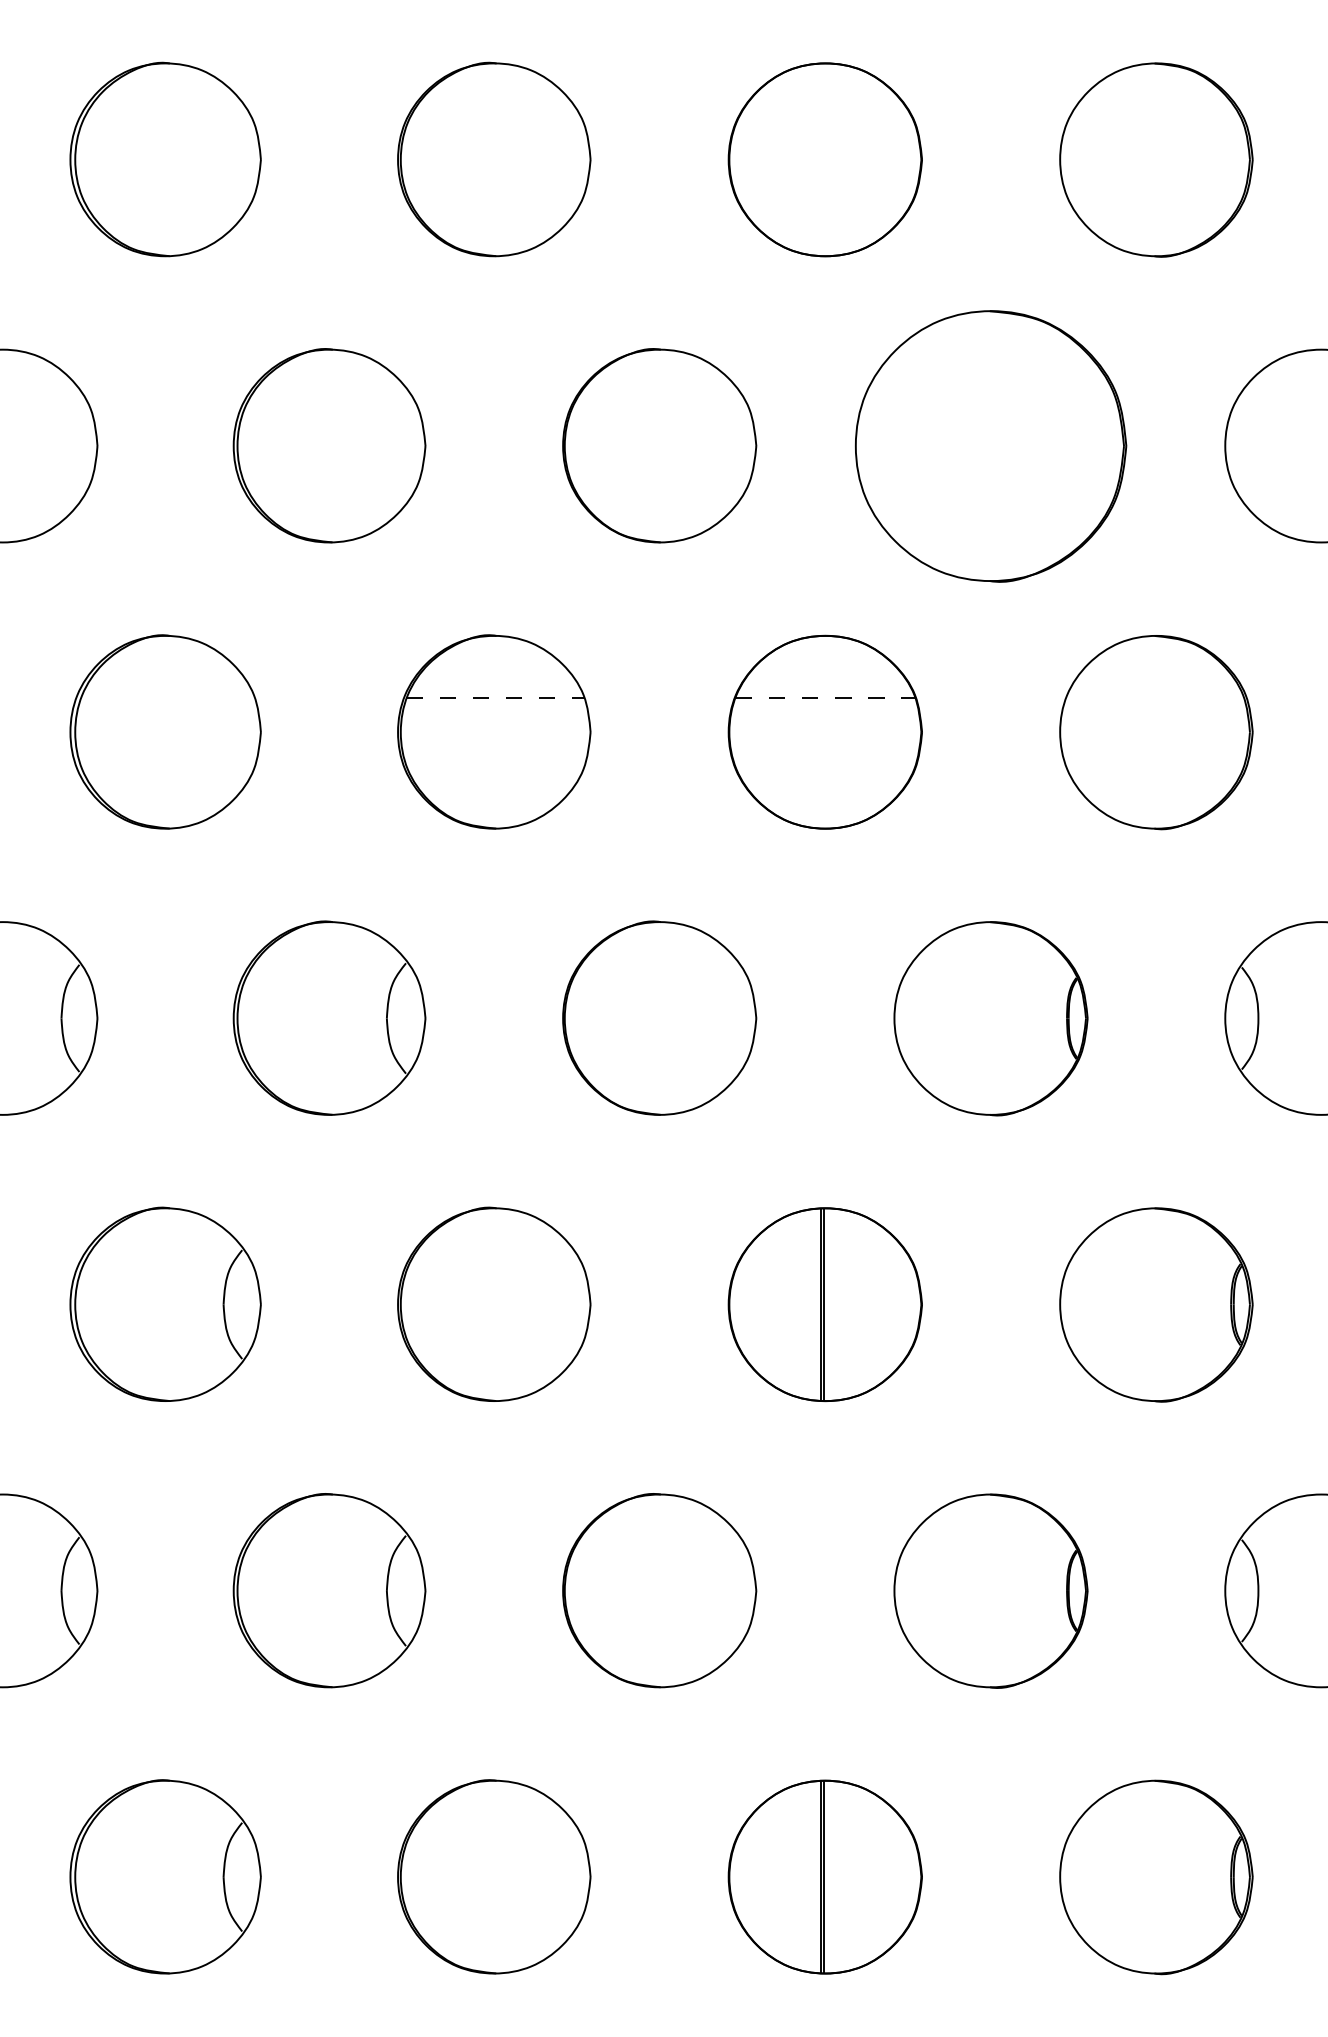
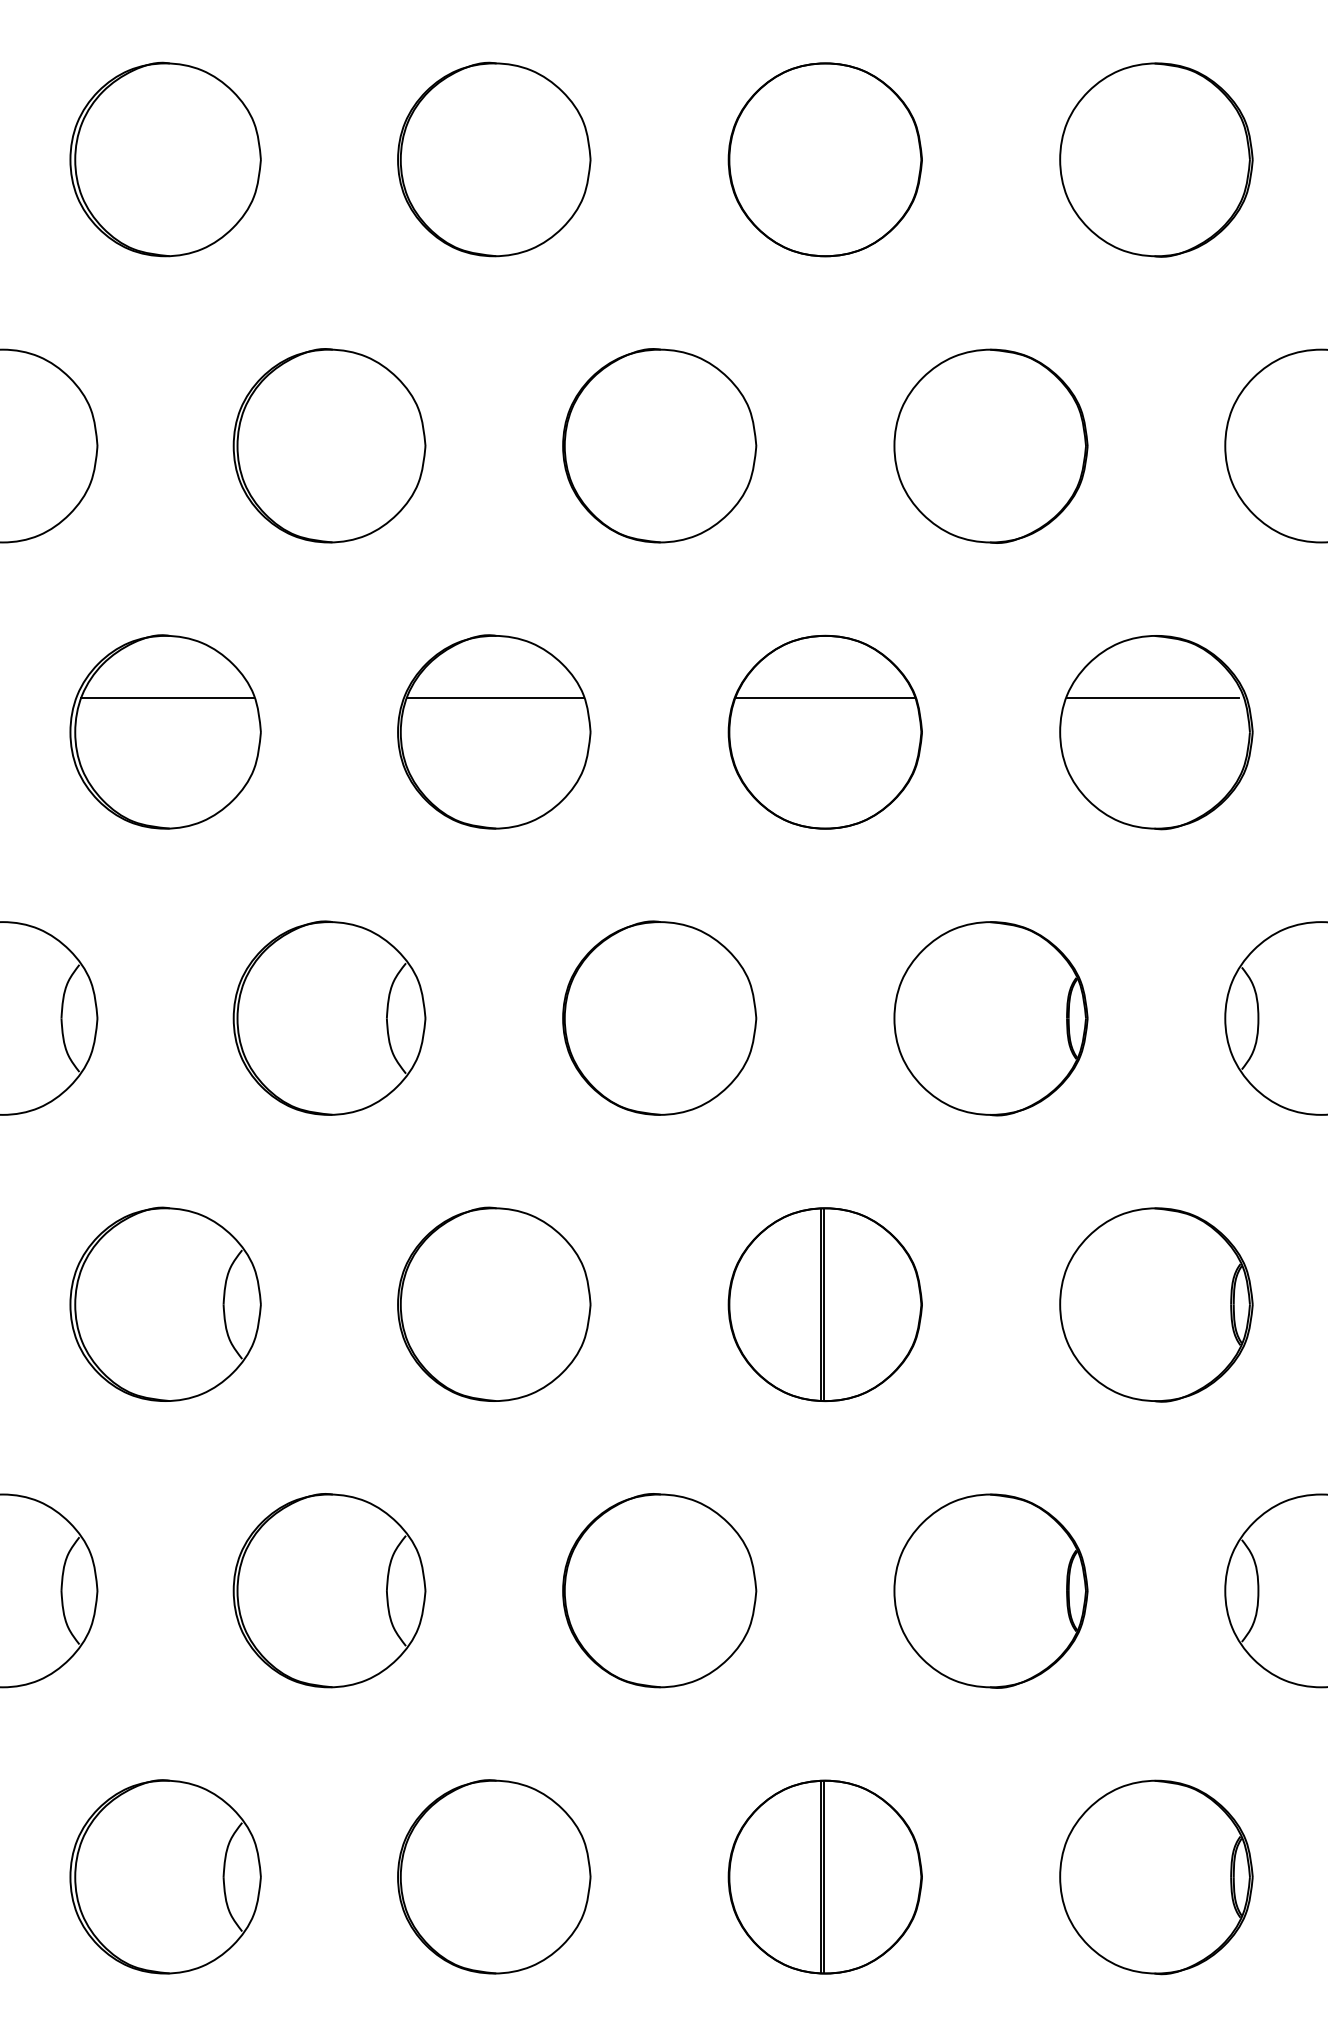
part at (991, 446) size: 273x273 px -> 196x196 px
line at (166, 697): none -> present
line at (495, 697): dashed -> solid
line at (825, 697): dashed -> solid
line at (1152, 697): none -> present
